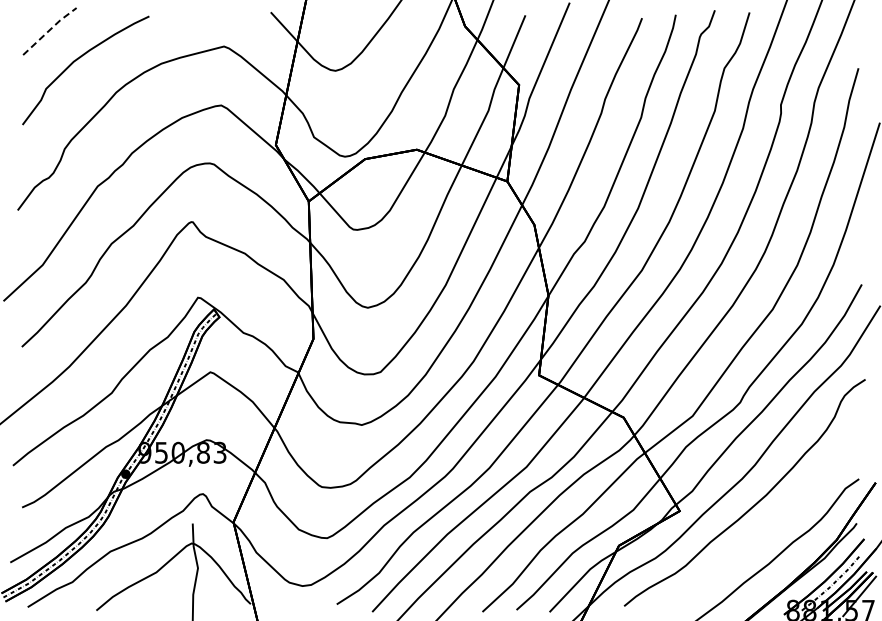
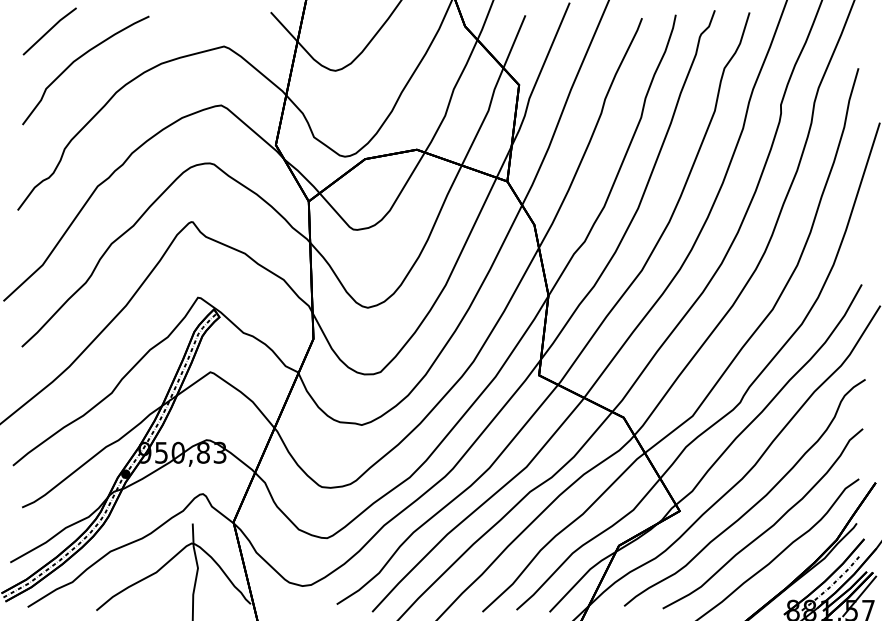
line at (50, 29): dashed -> solid
curve at (767, 528): none -> present
